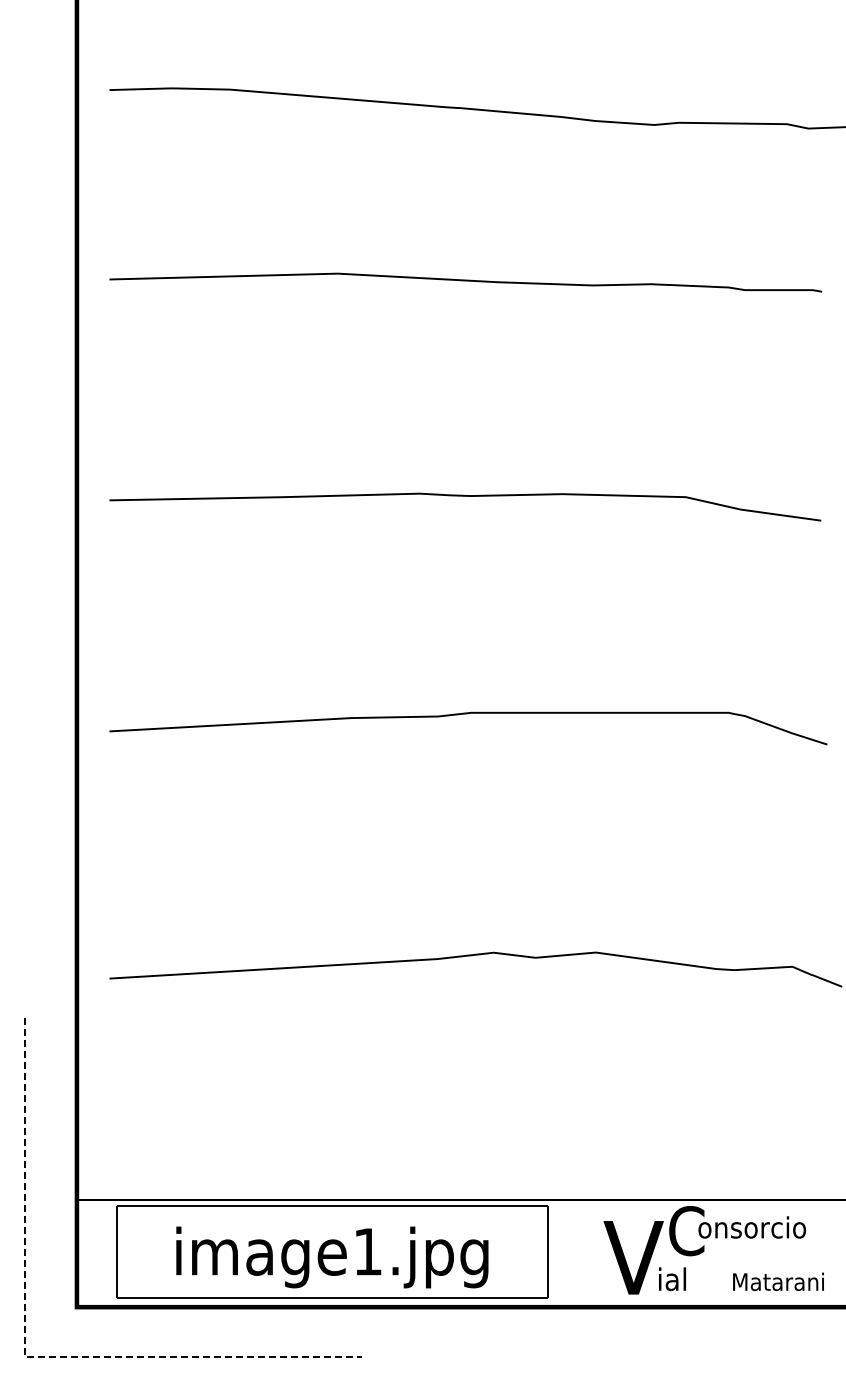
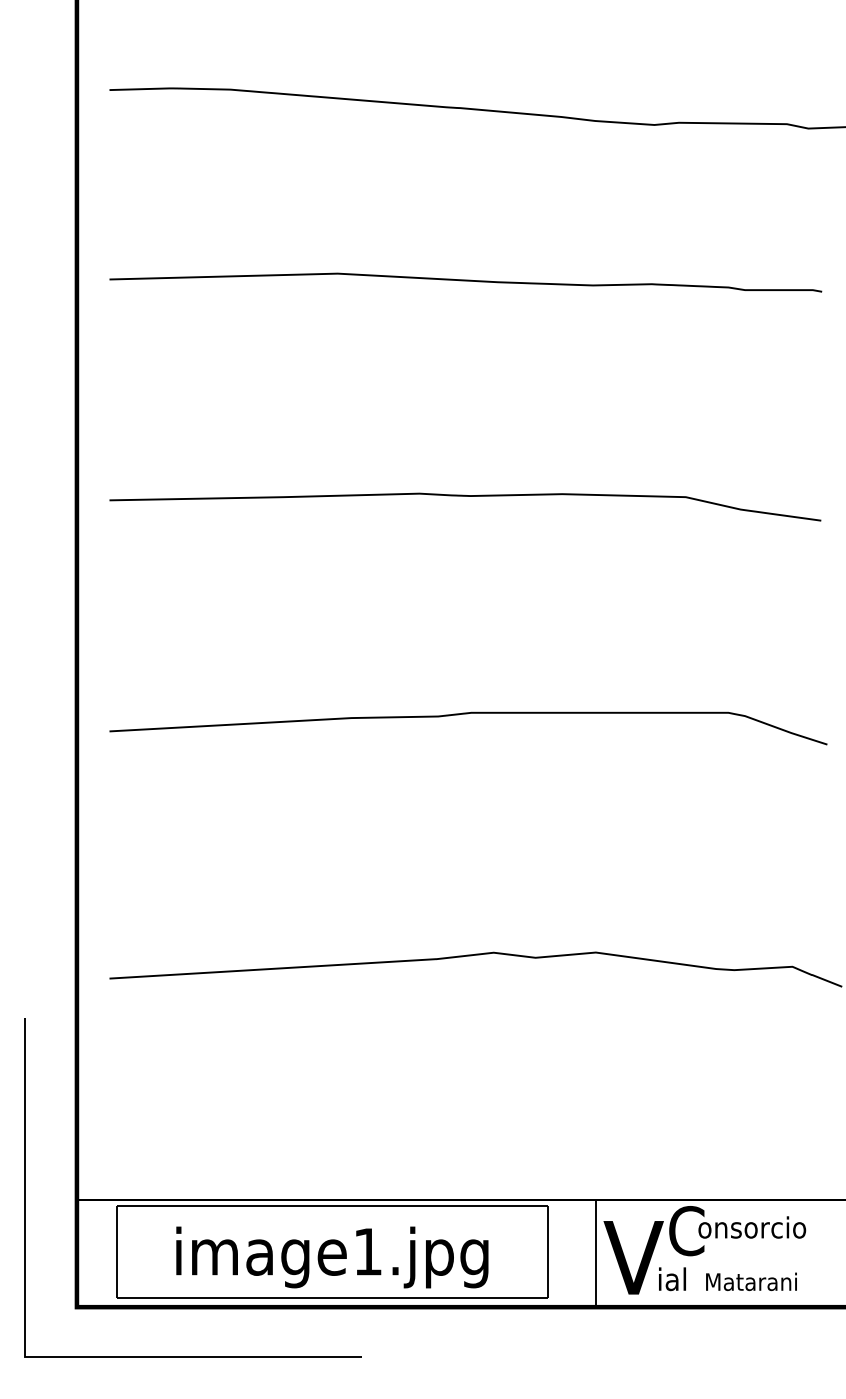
line at (595, 1253): none -> present
text at (778, 1281) position: (778, 1281) -> (751, 1281)
line at (25, 1356): dashed -> solid
